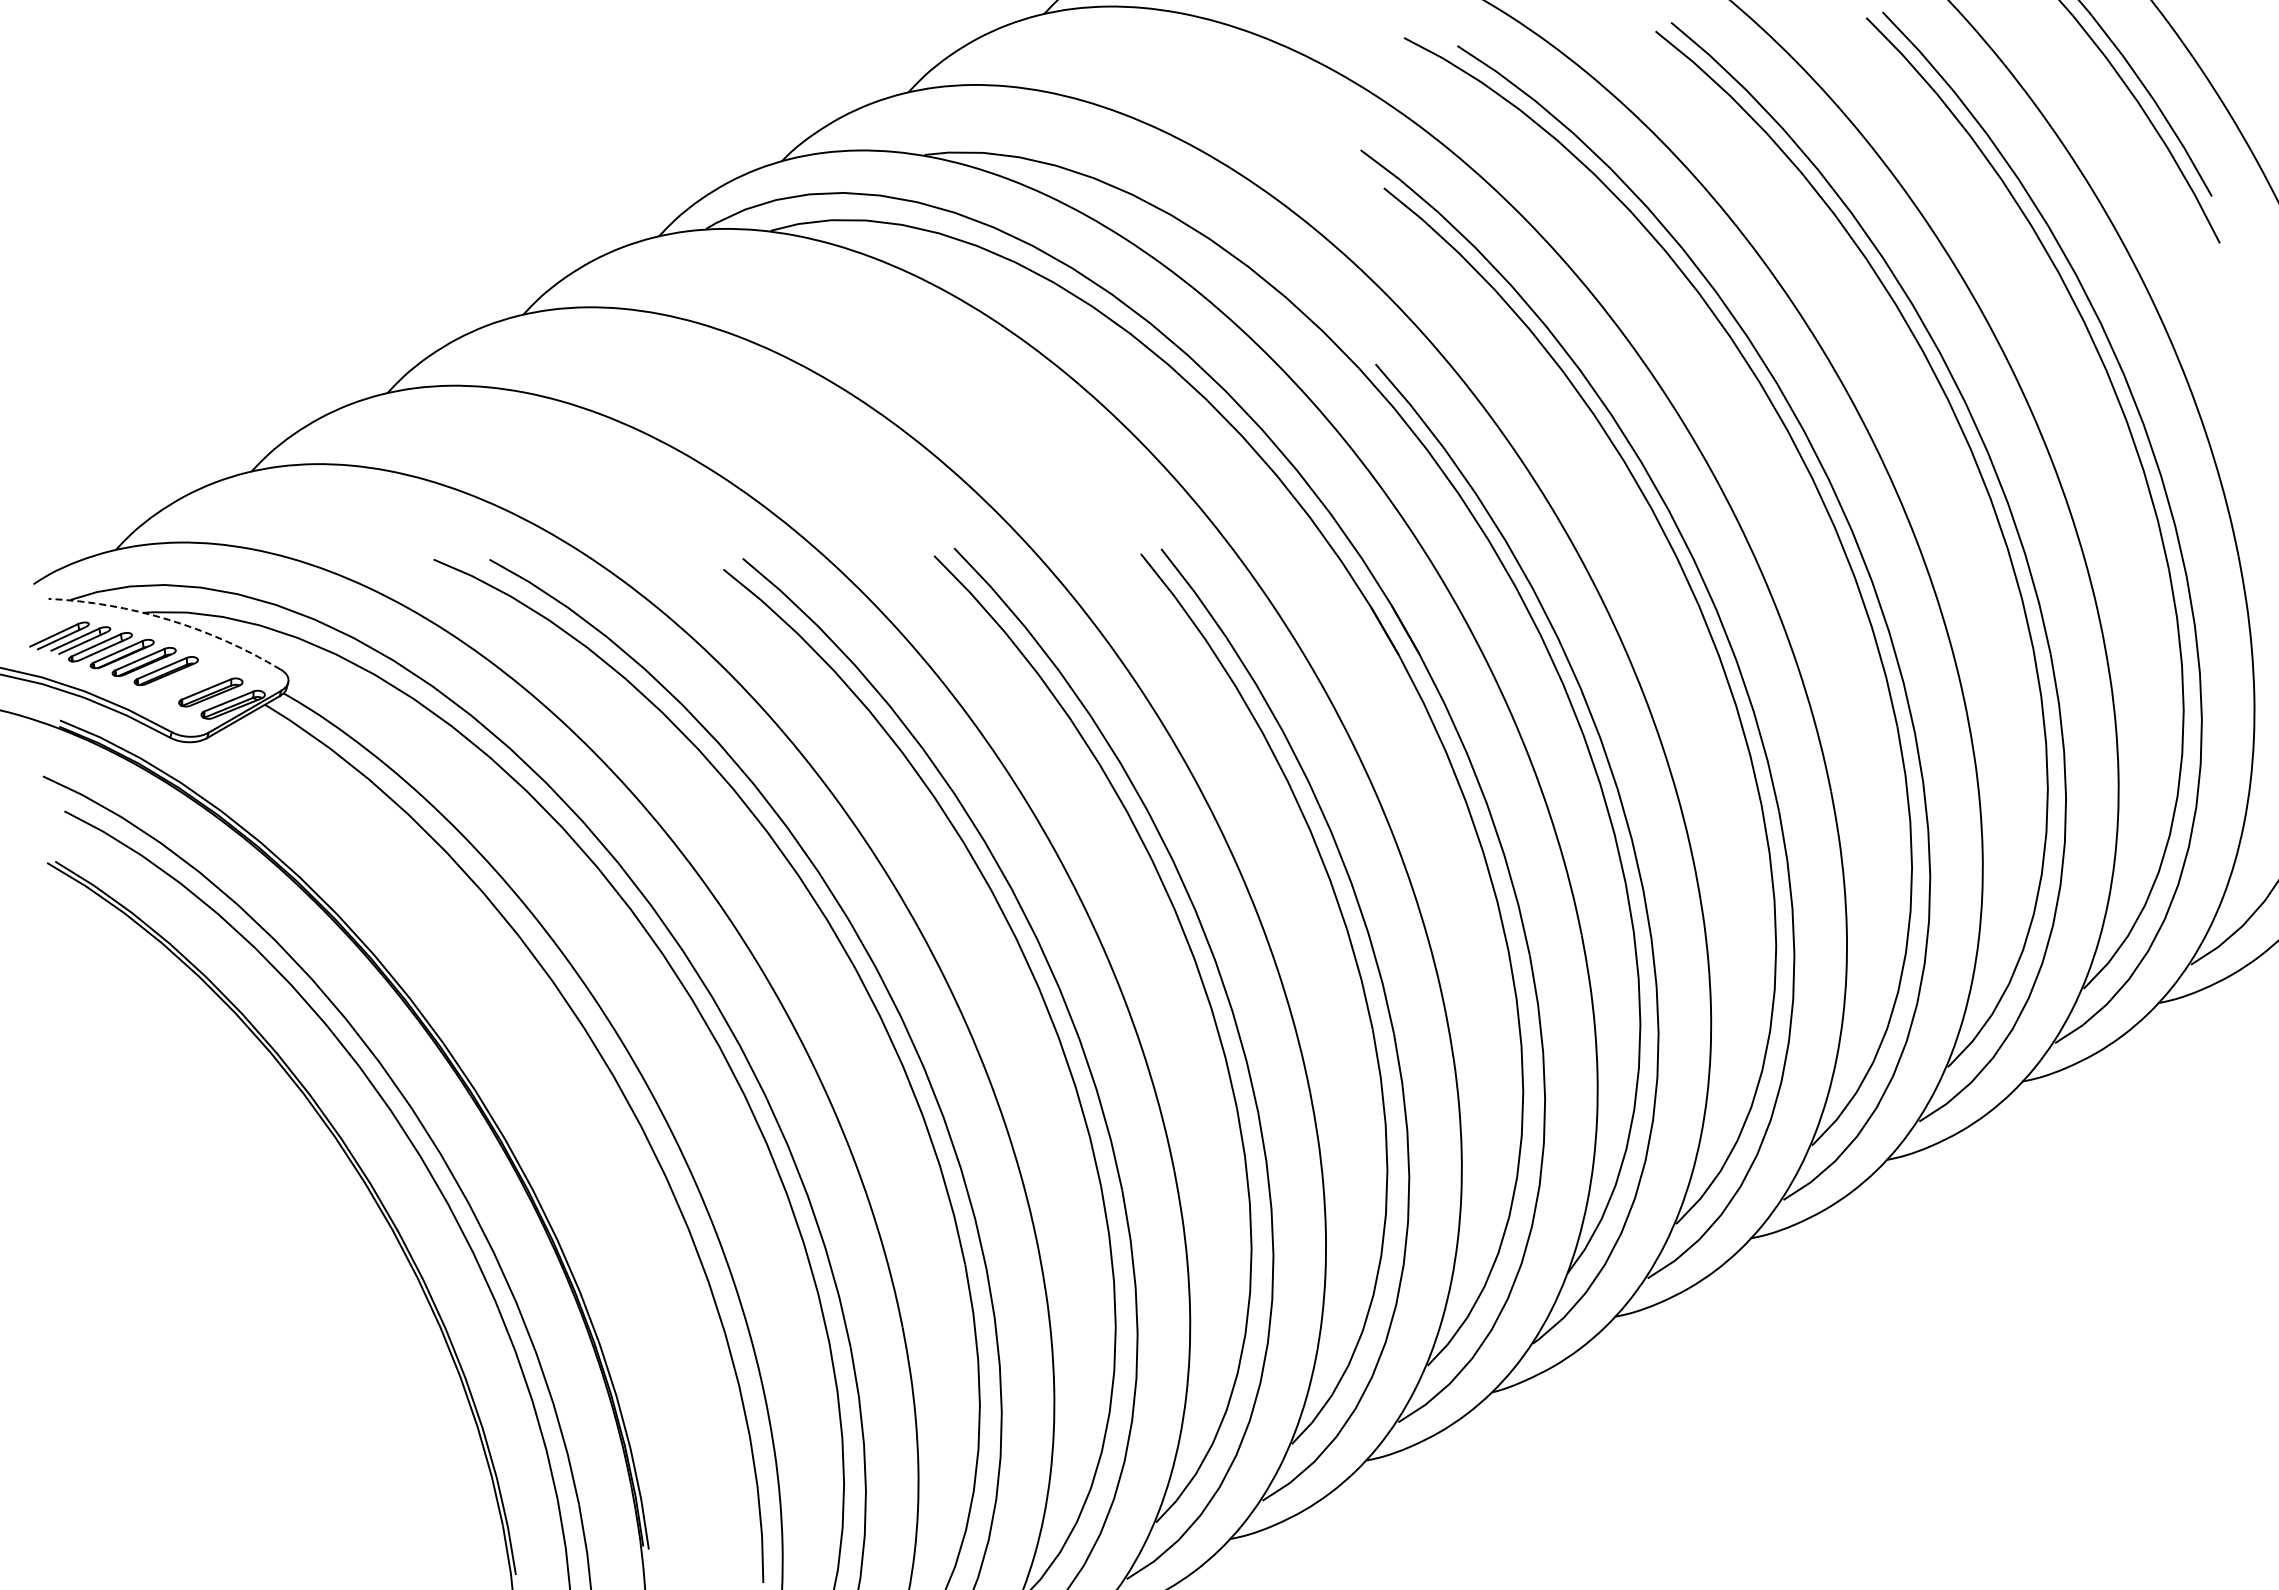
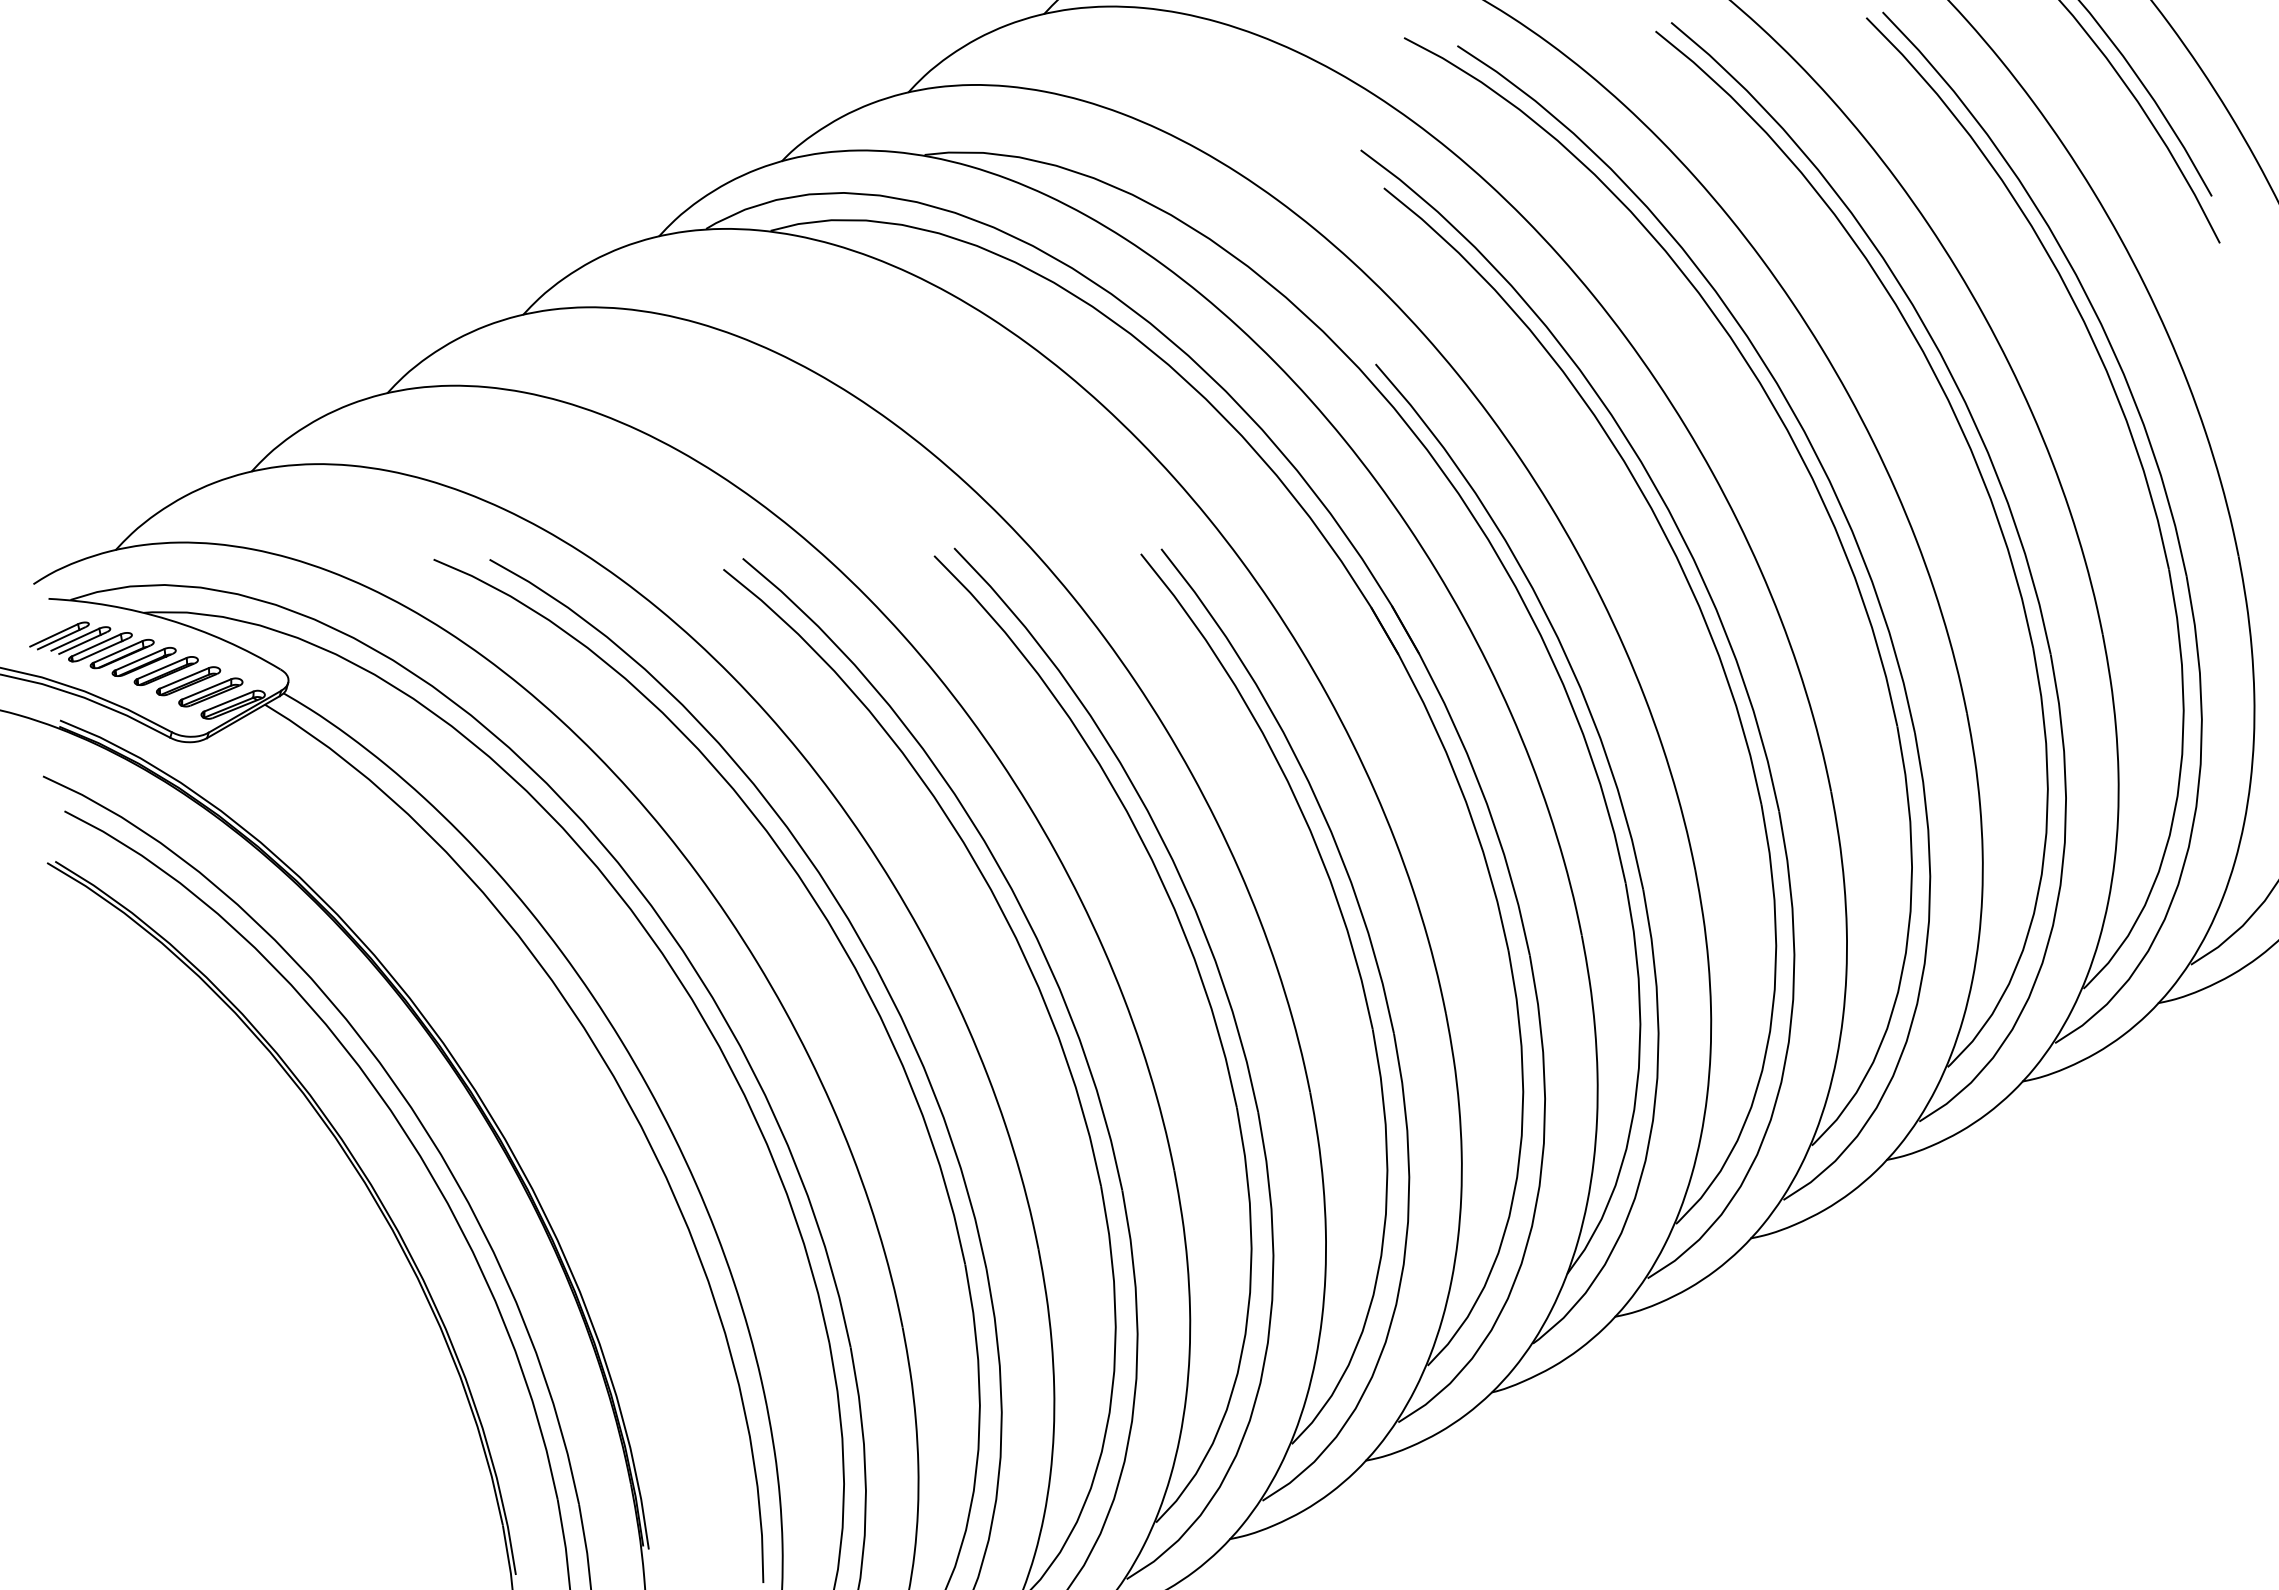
arc at (168, 619): dashed -> solid
part at (188, 681): none -> present
